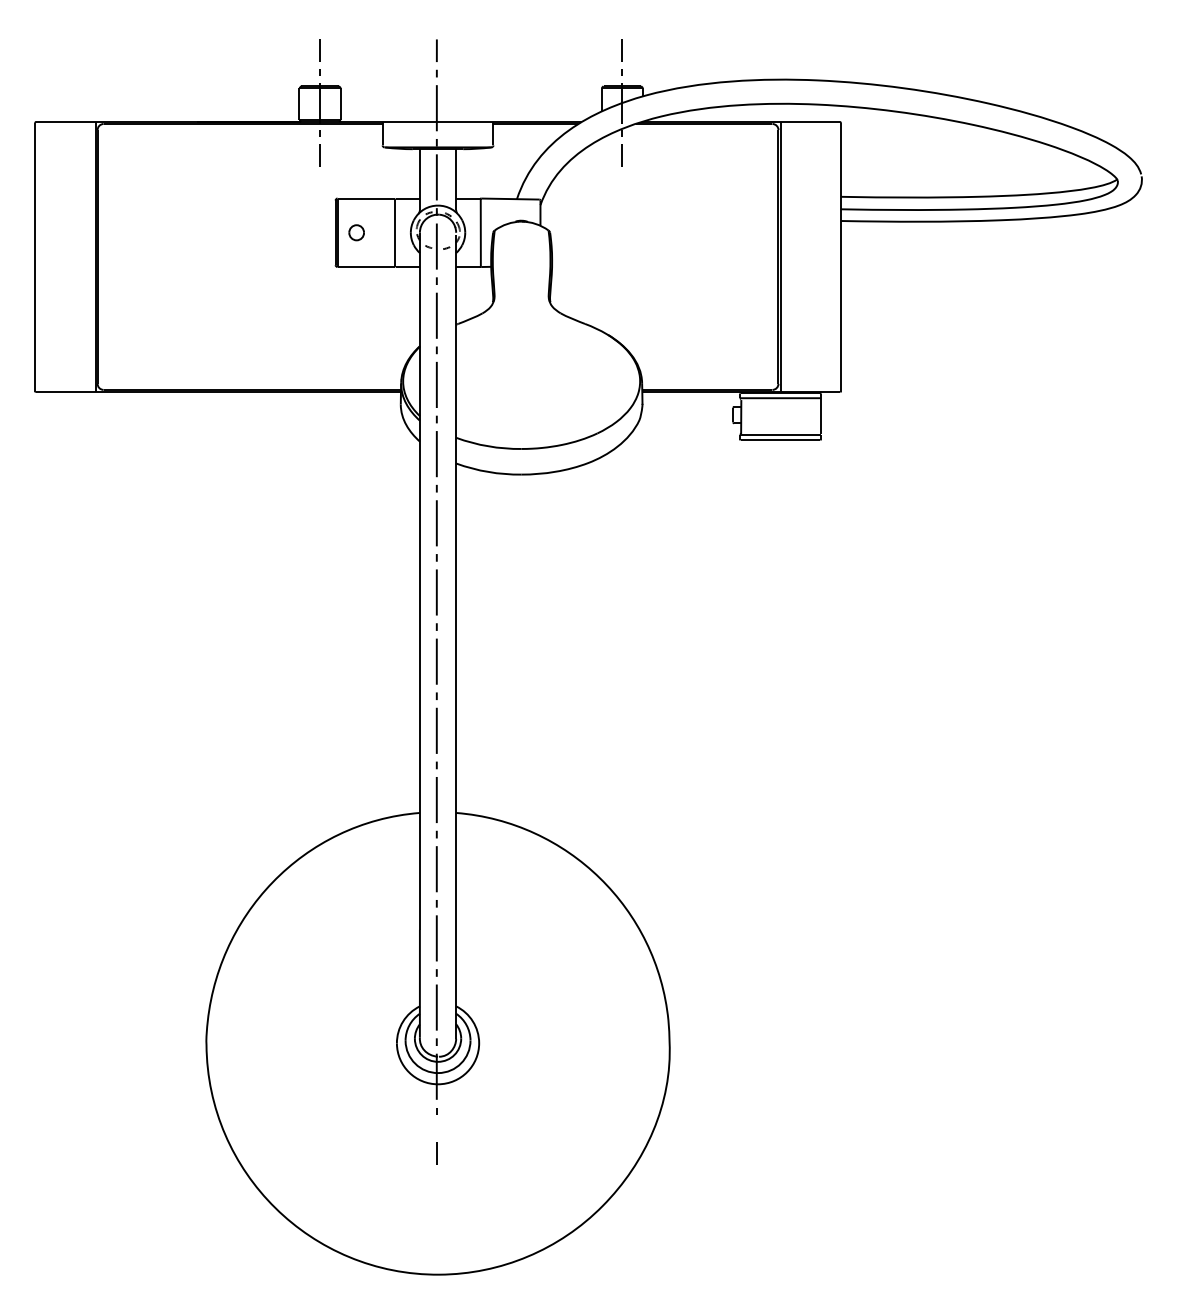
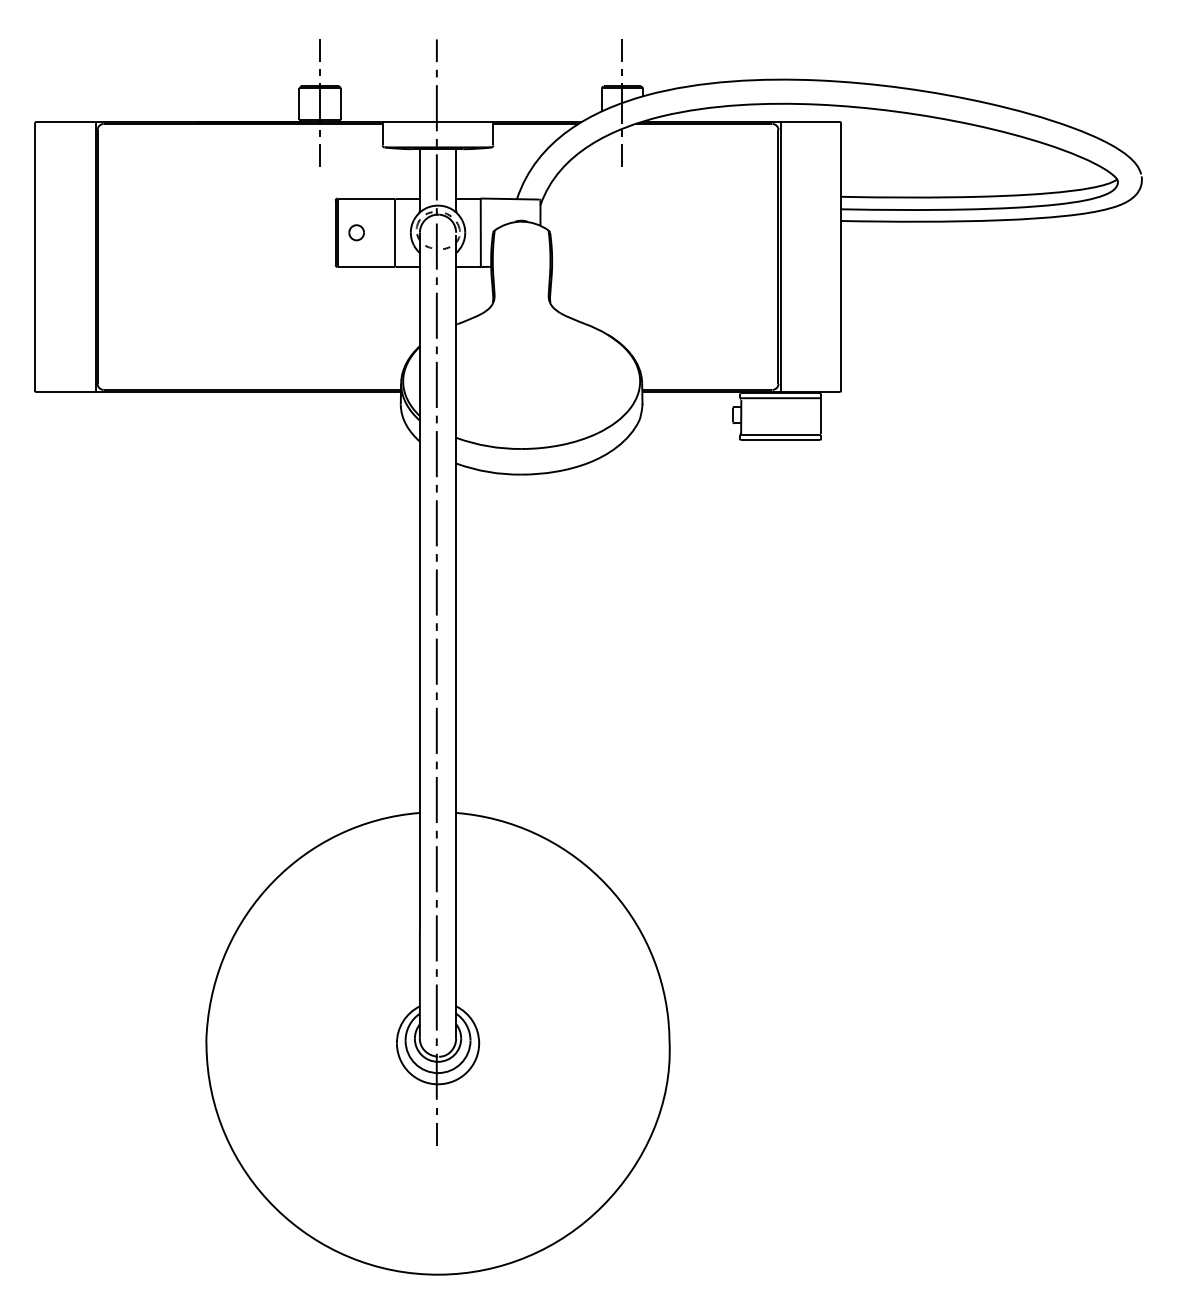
line at (436, 1153) position: (436, 1153) -> (436, 1134)
